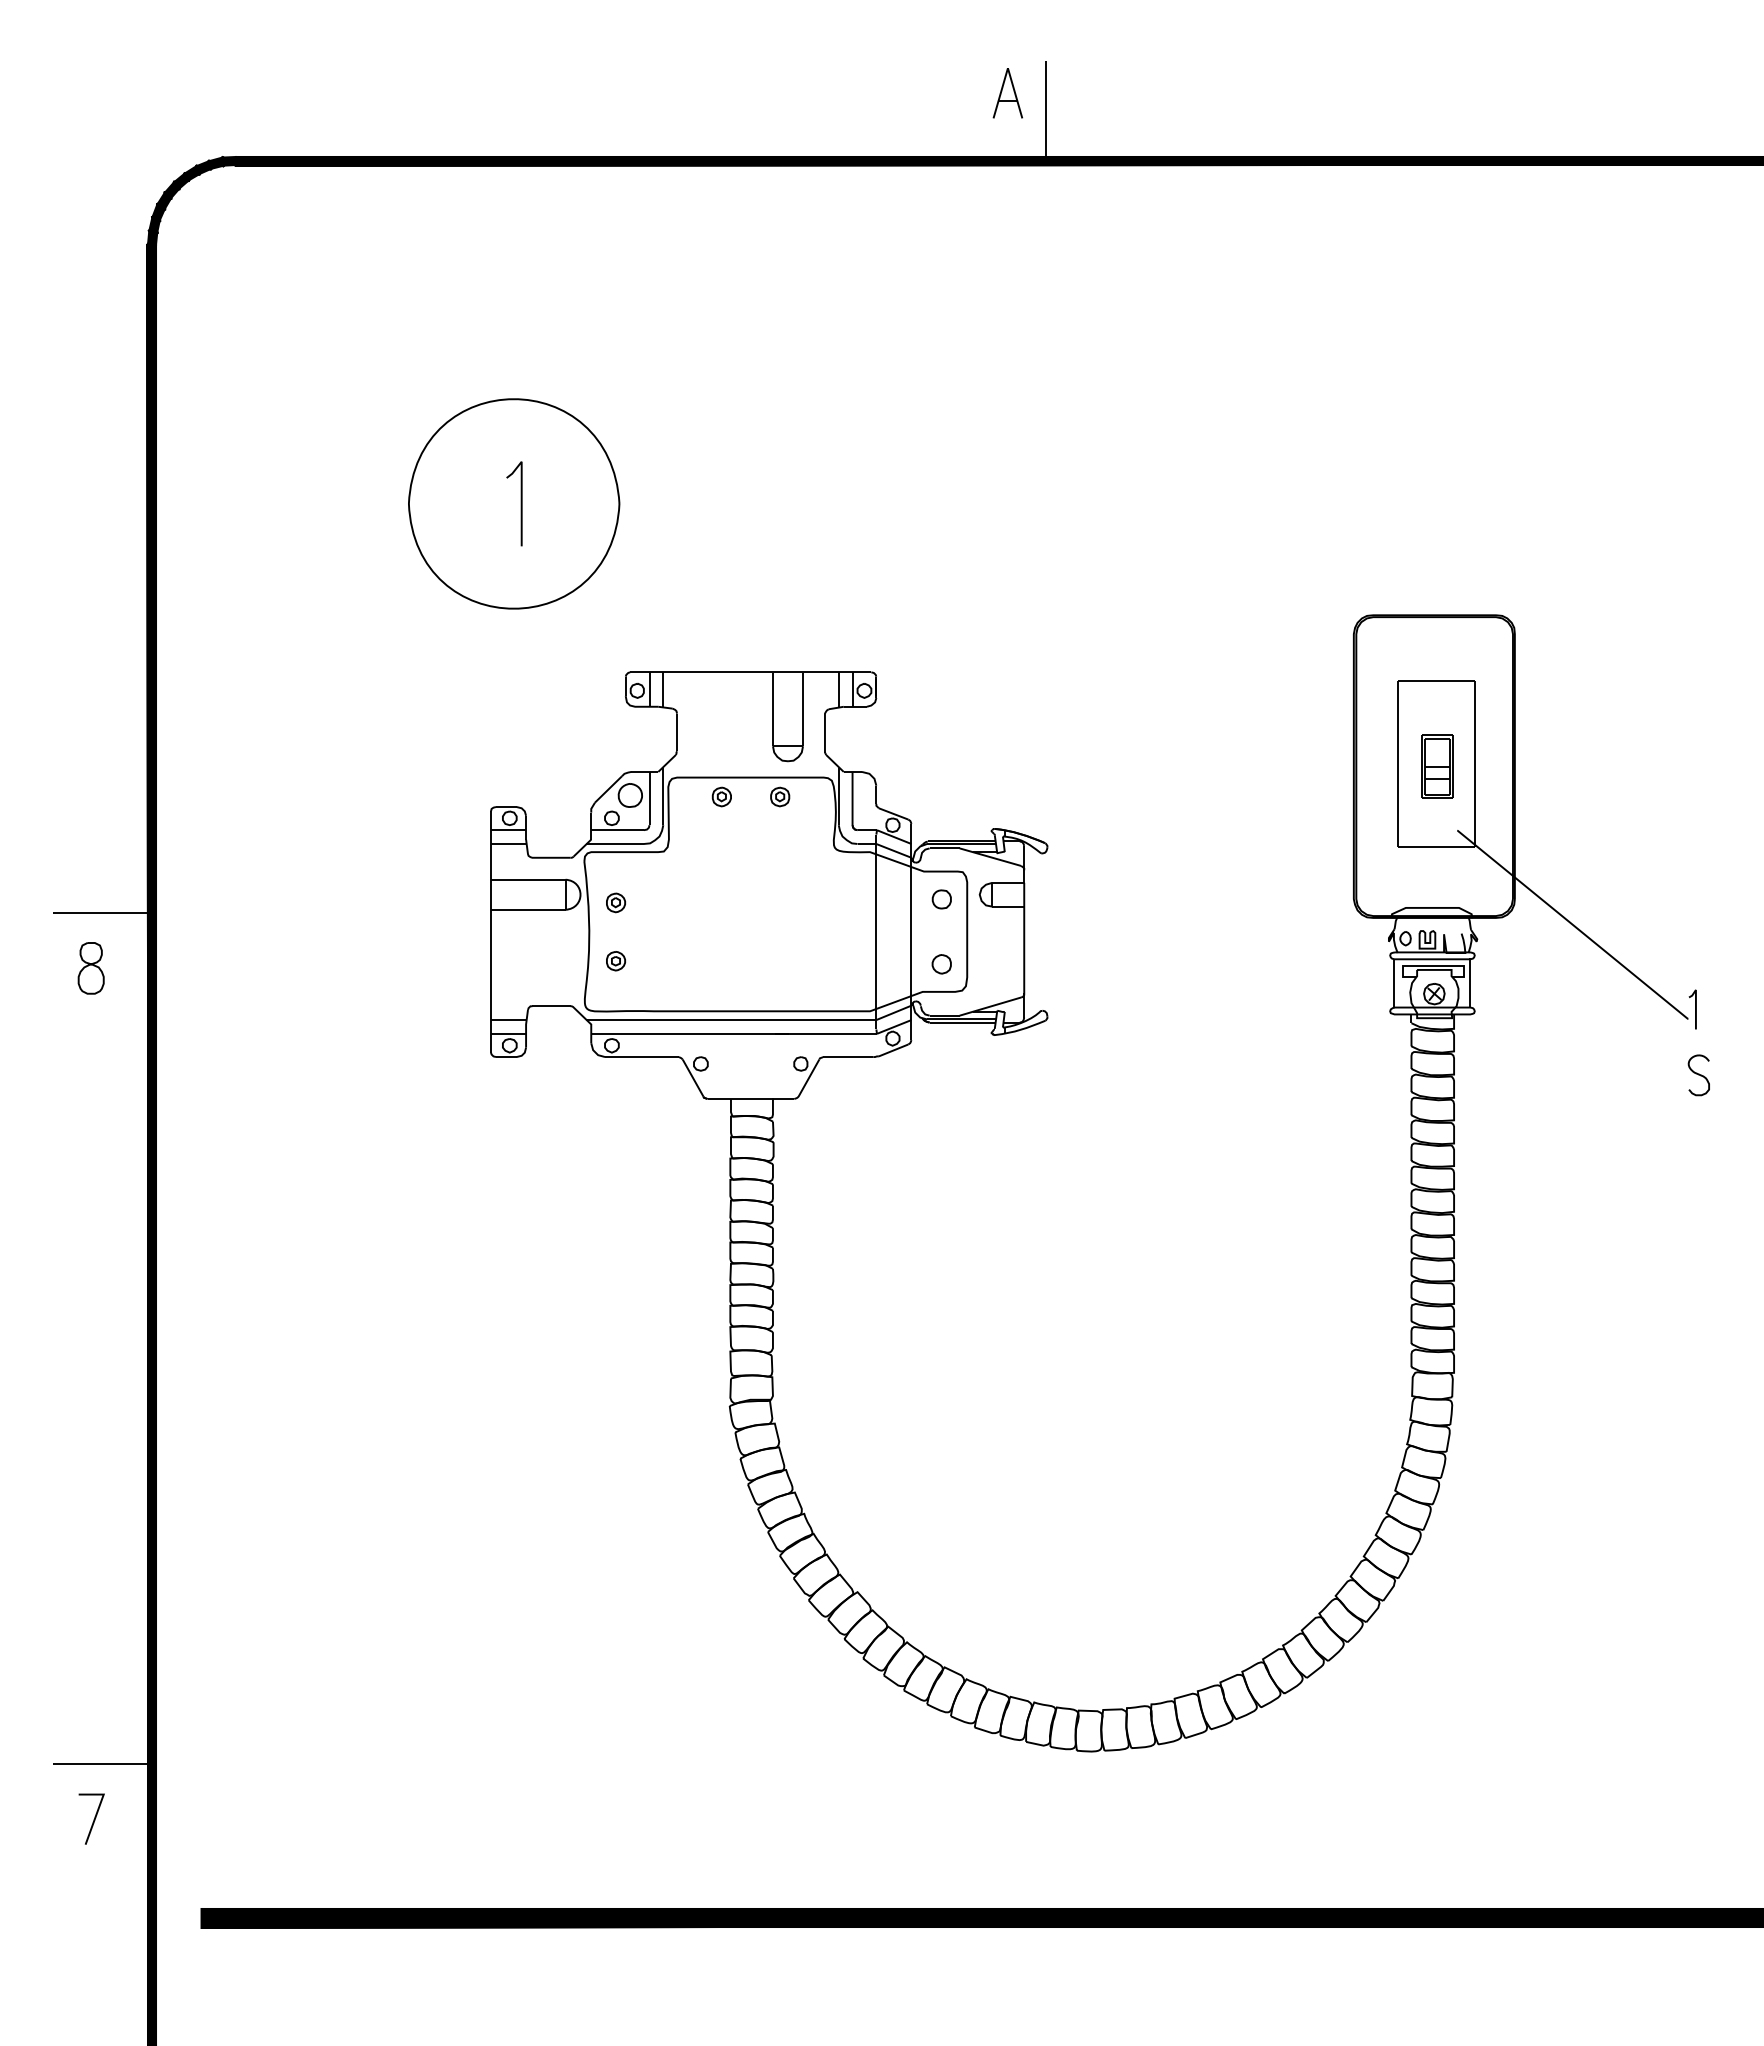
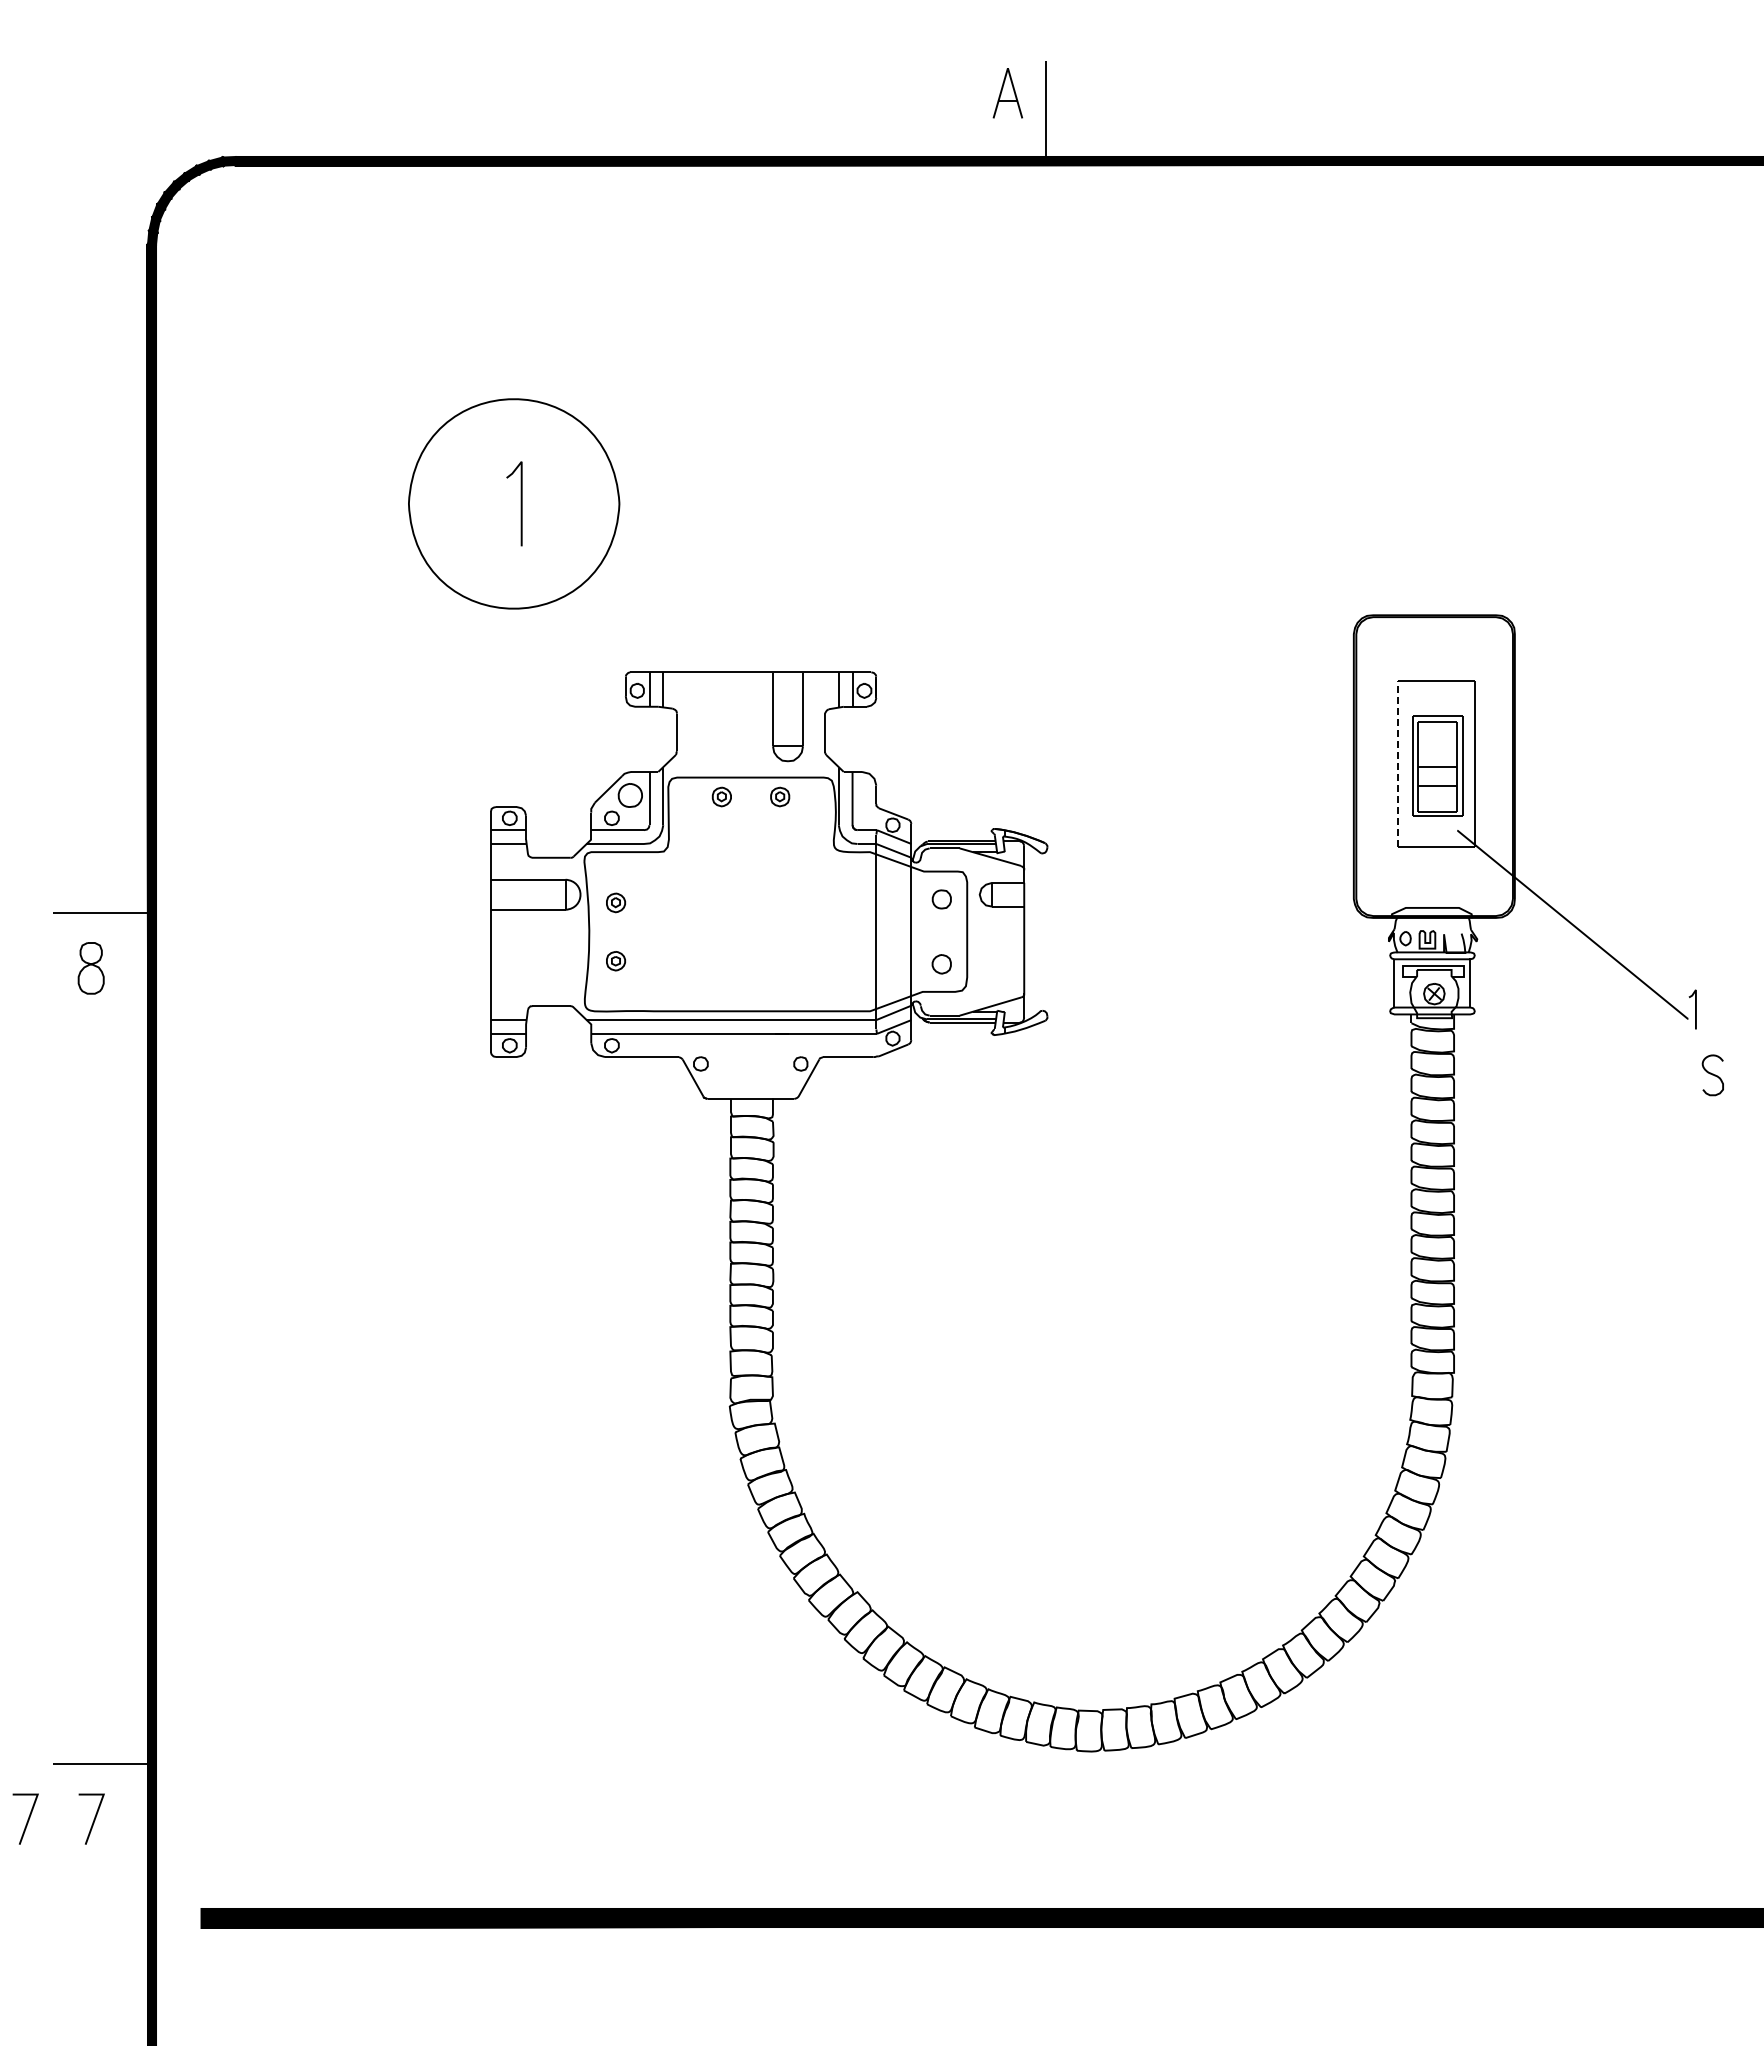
line at (1397, 763): solid -> dashed
part at (1437, 766) size: 33x65 px -> 52x102 px
curve at (1698, 1075) position: (1698, 1075) -> (1712, 1075)
line at (27, 1819): none -> present
